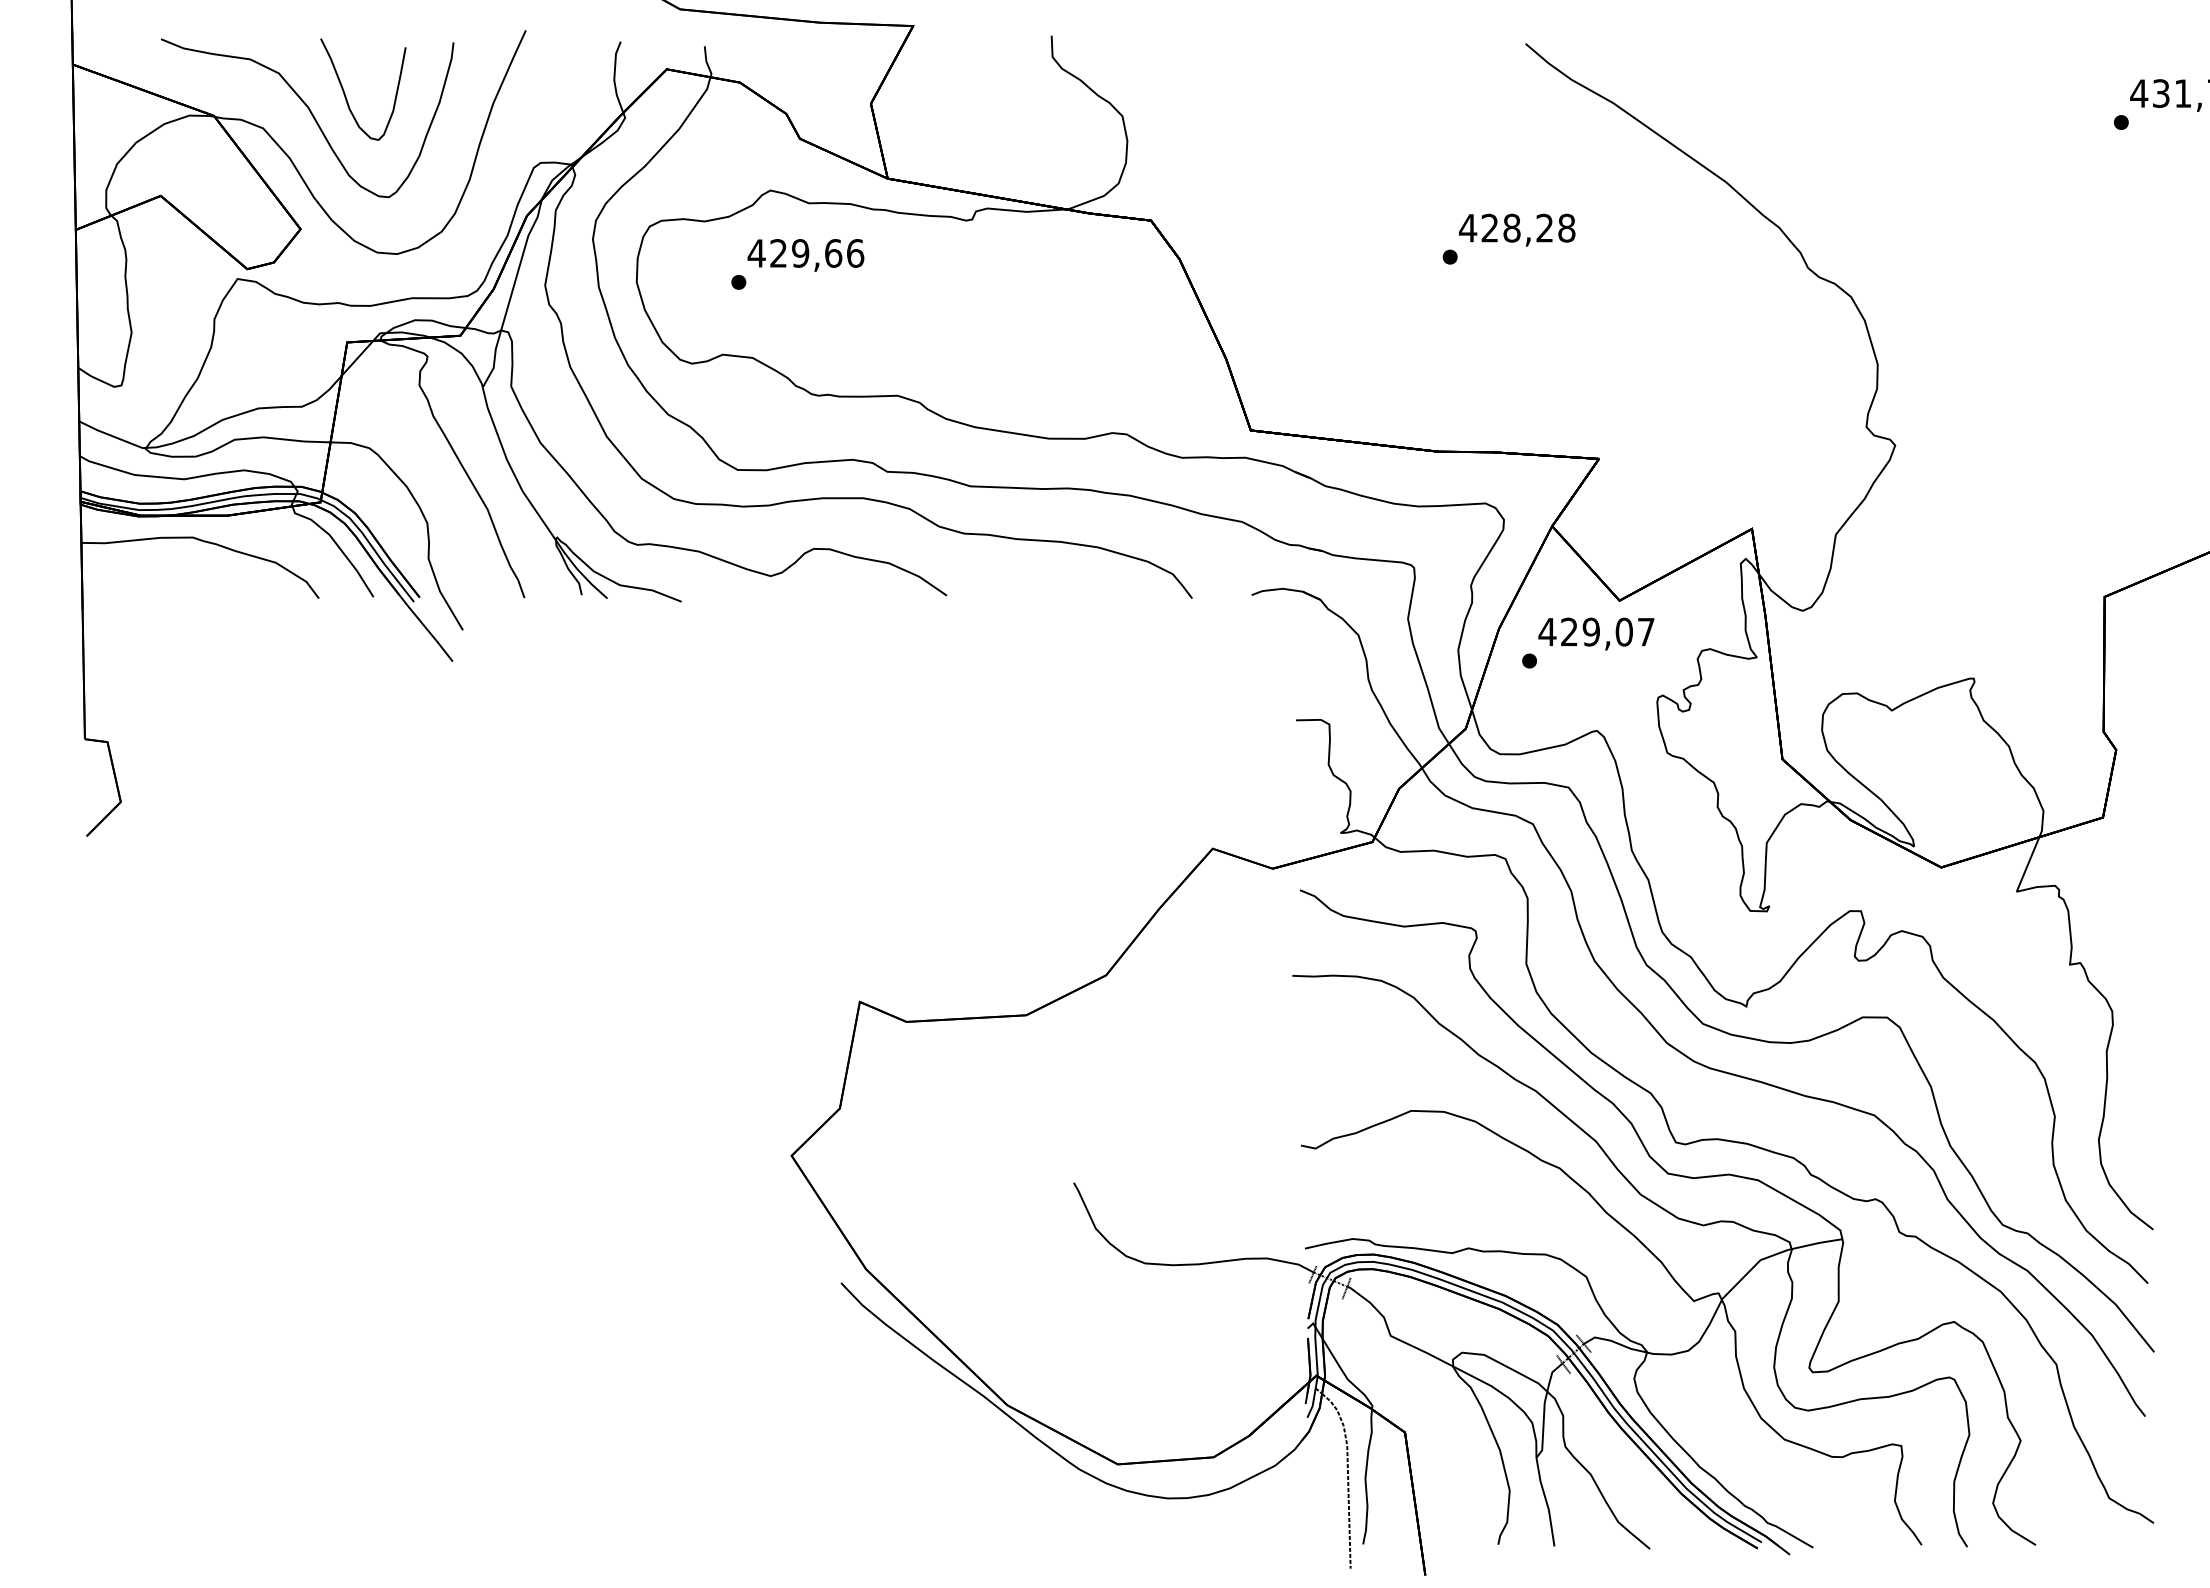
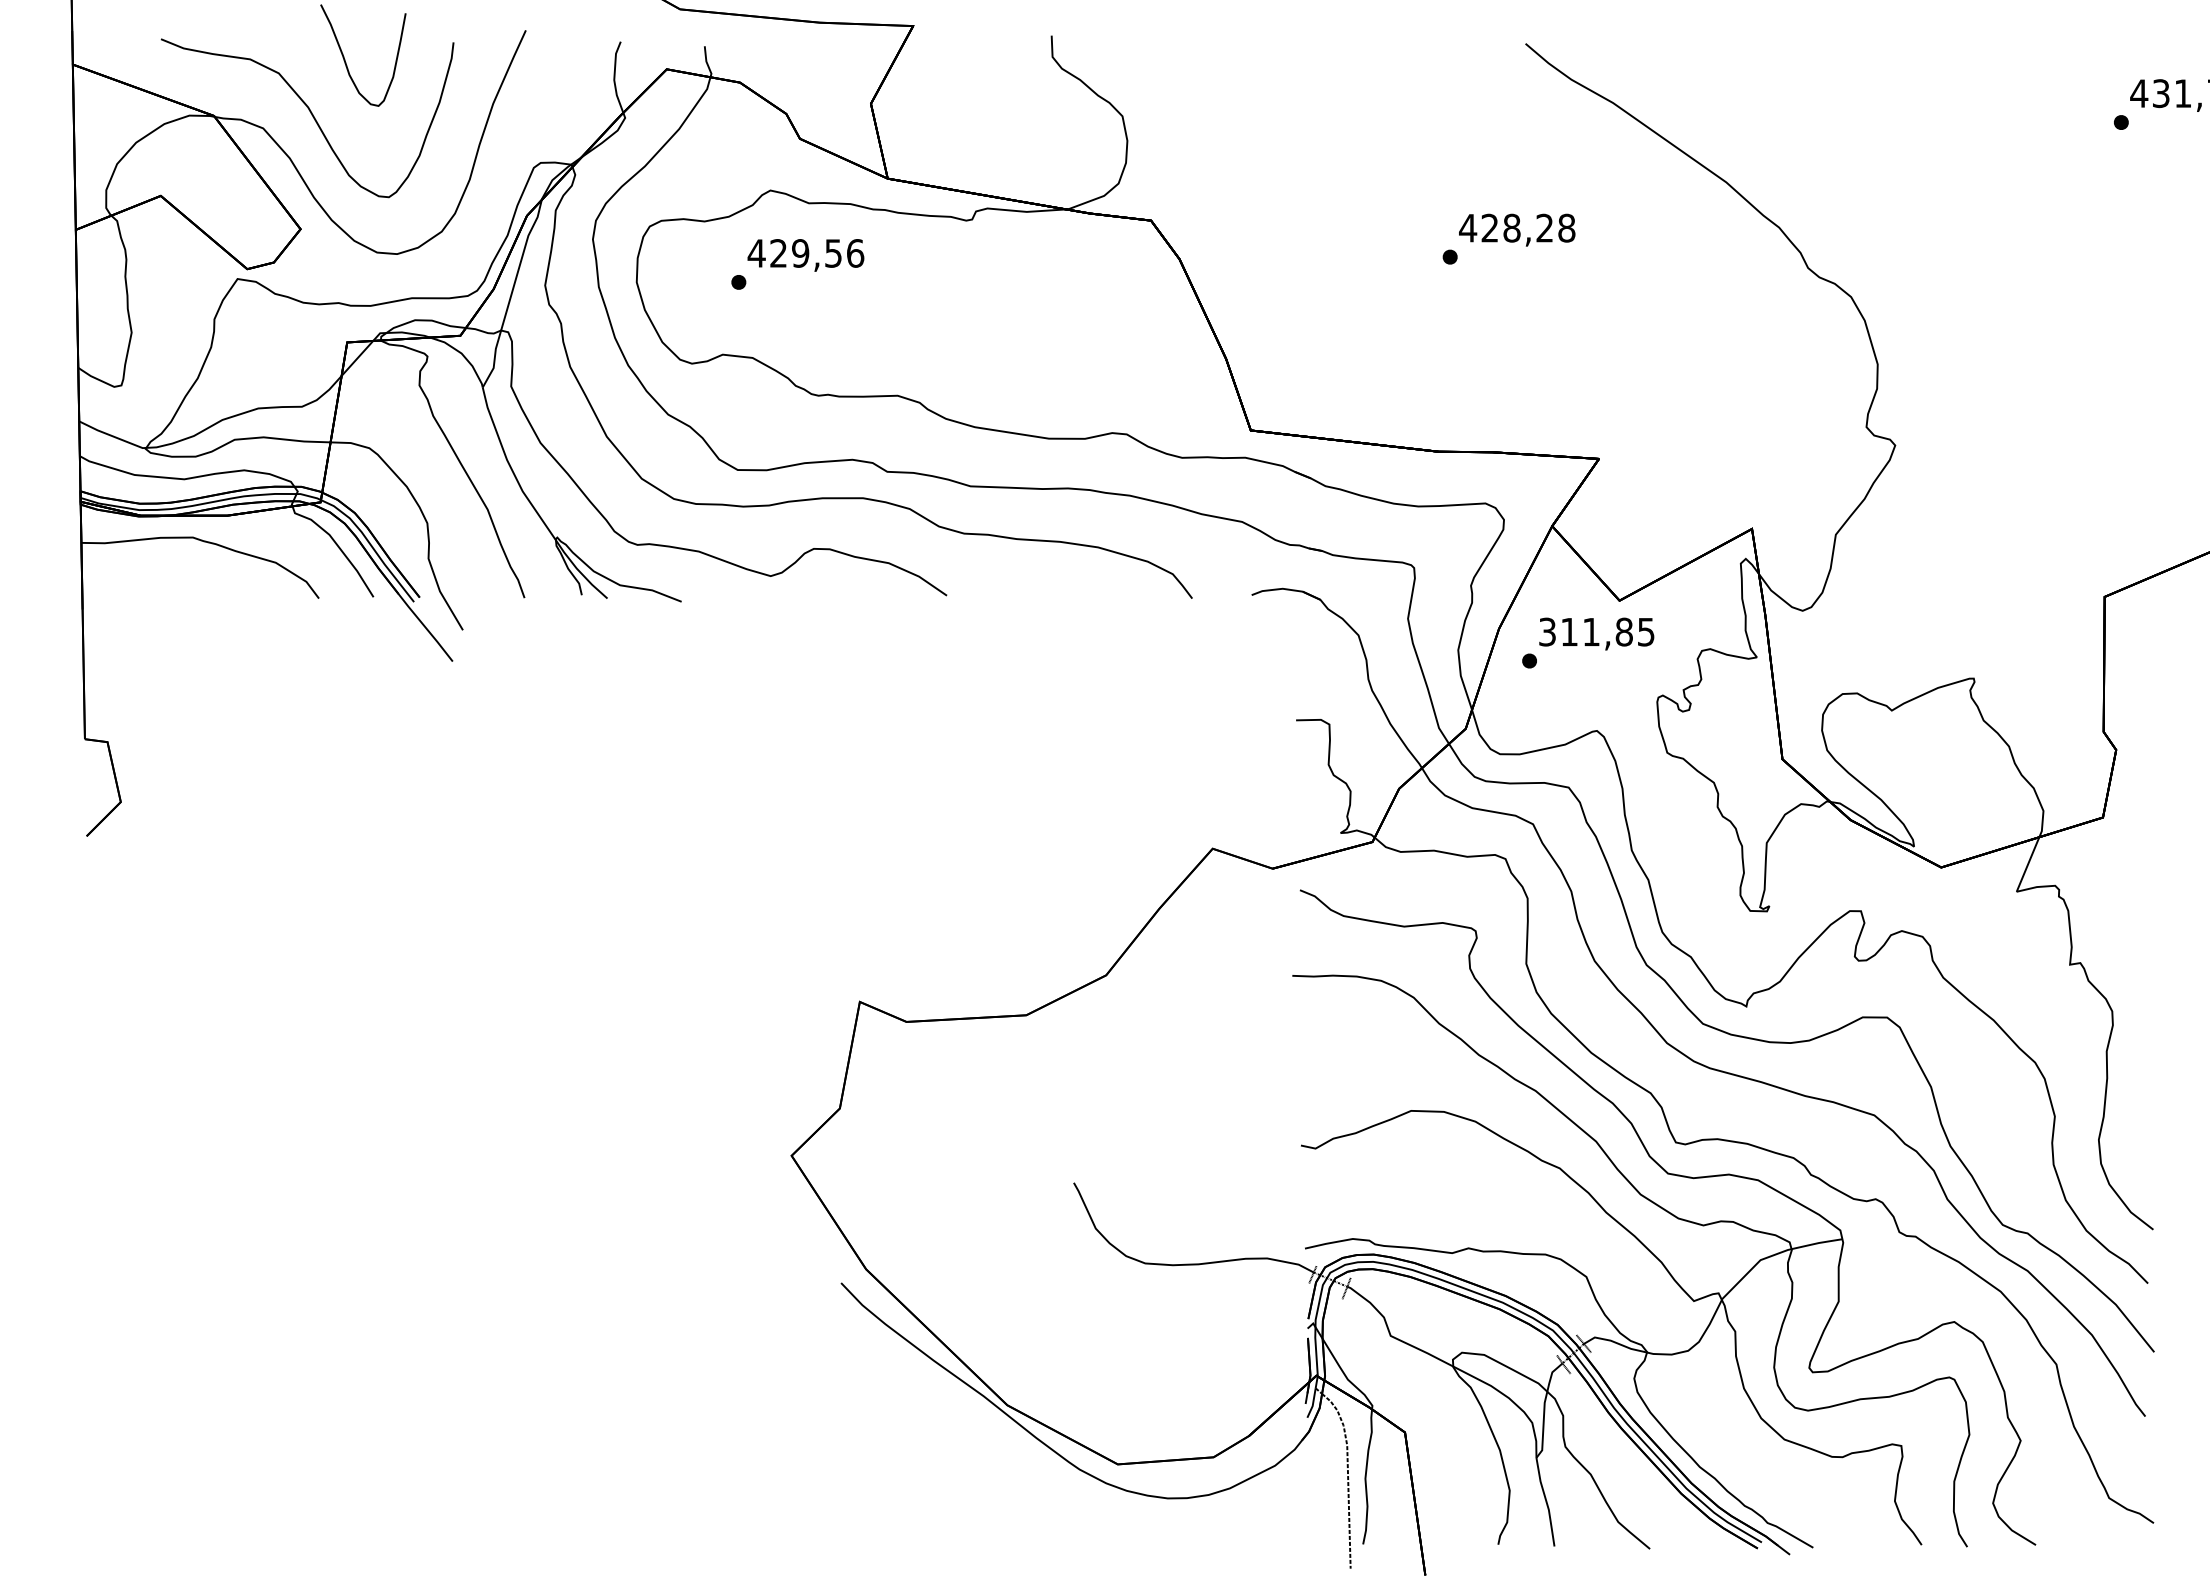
part at (346, 96) position: (346, 96) -> (346, 62)
text at (833, 253): 429,66 -> 429,56
text at (1596, 631): 429,07 -> 311,85
